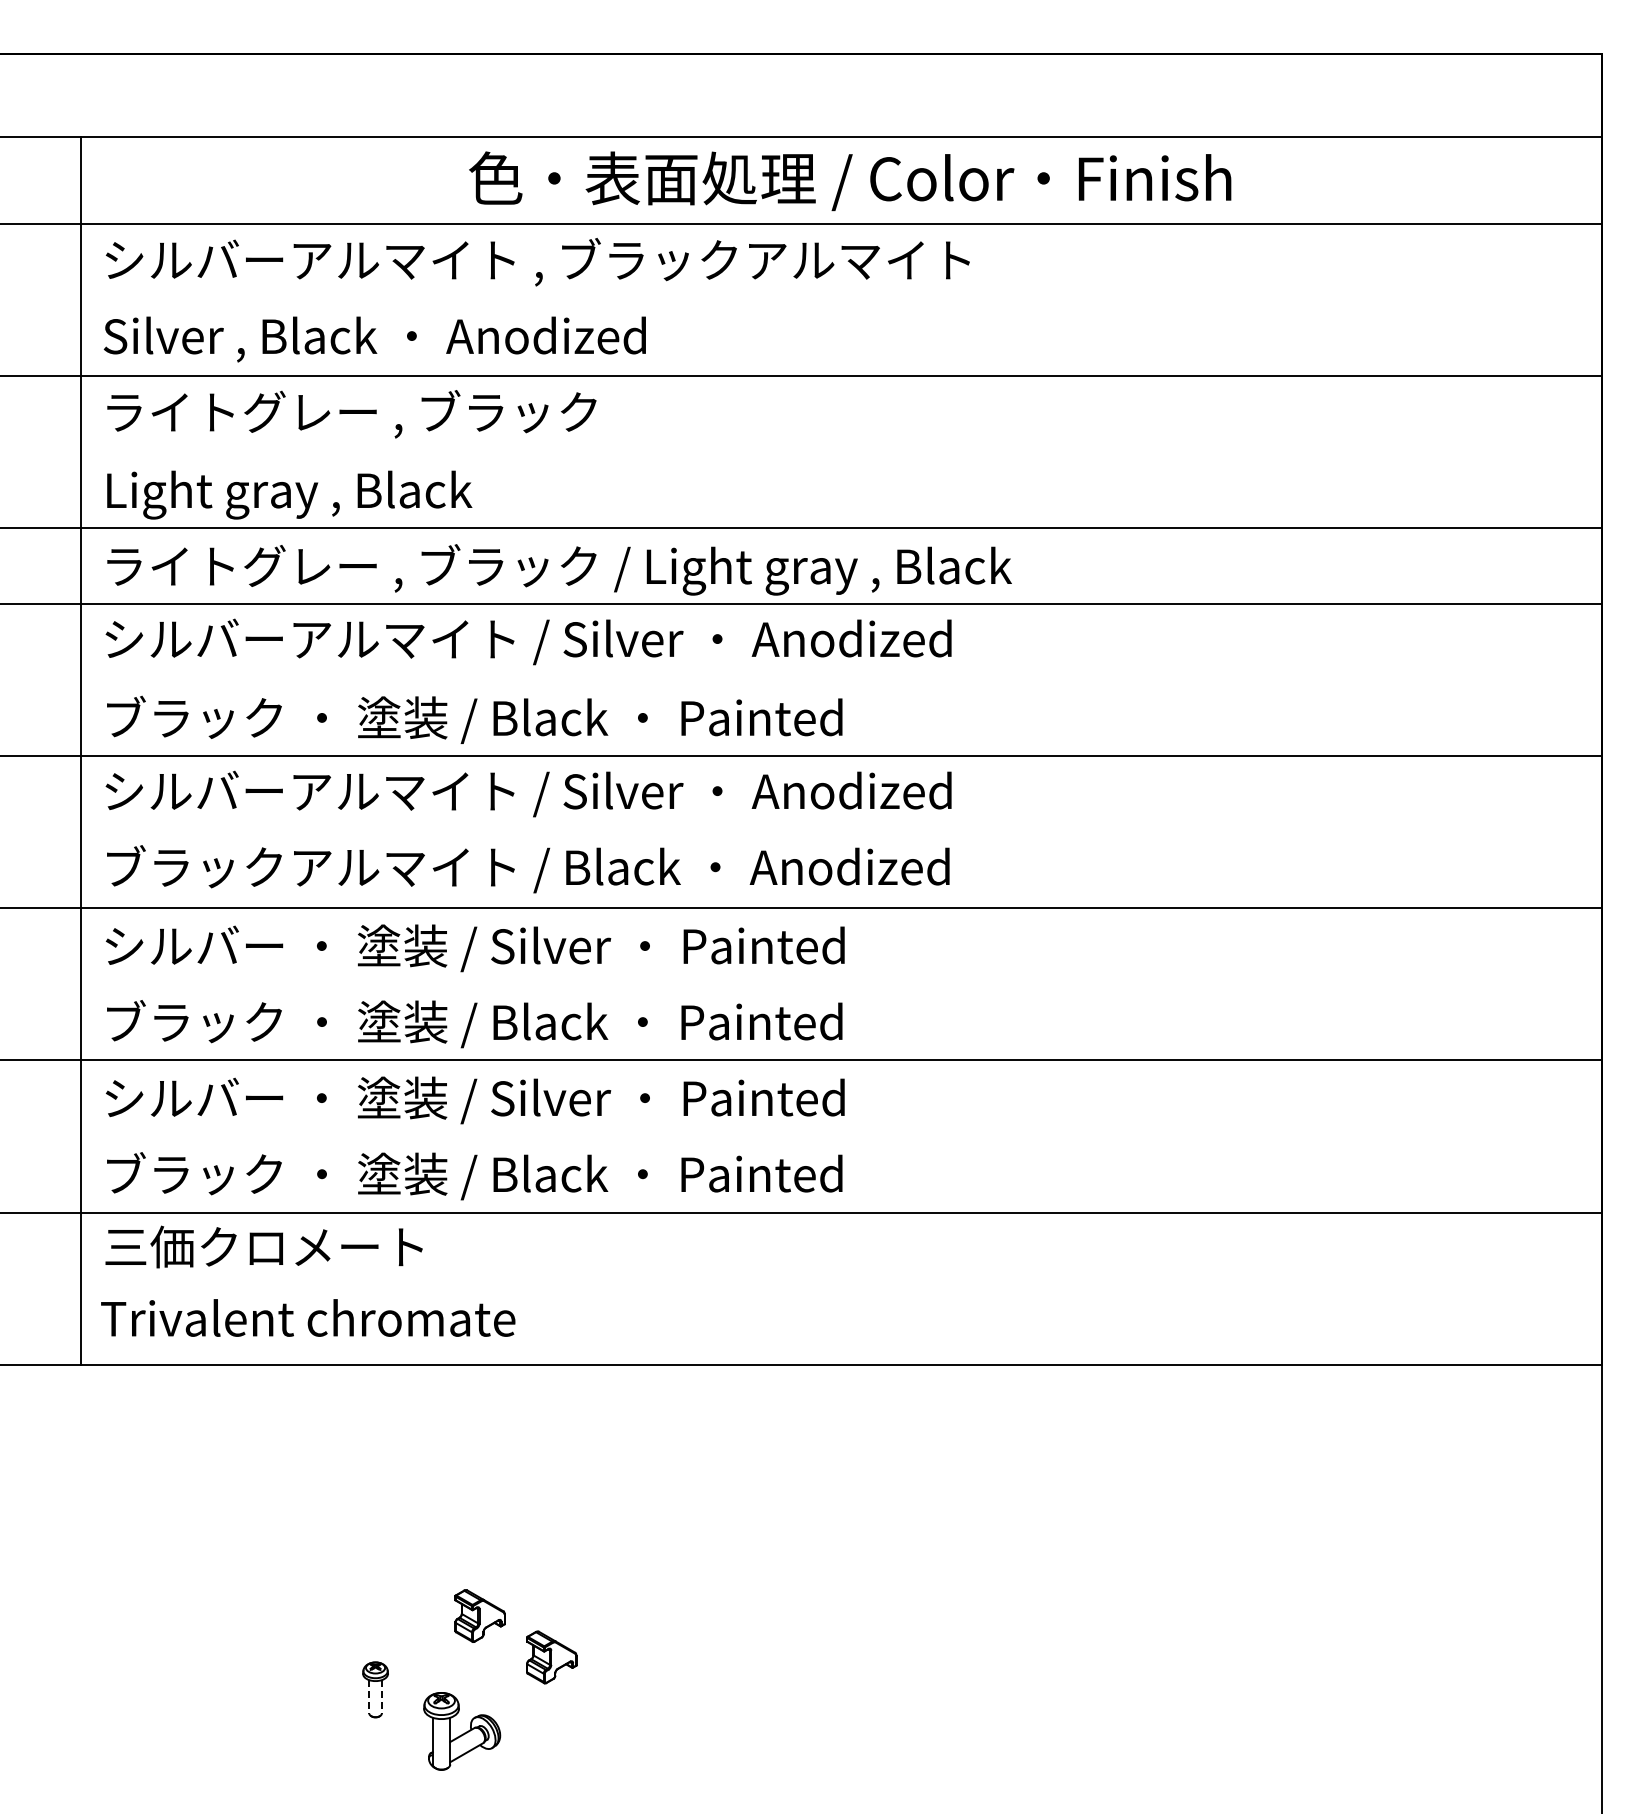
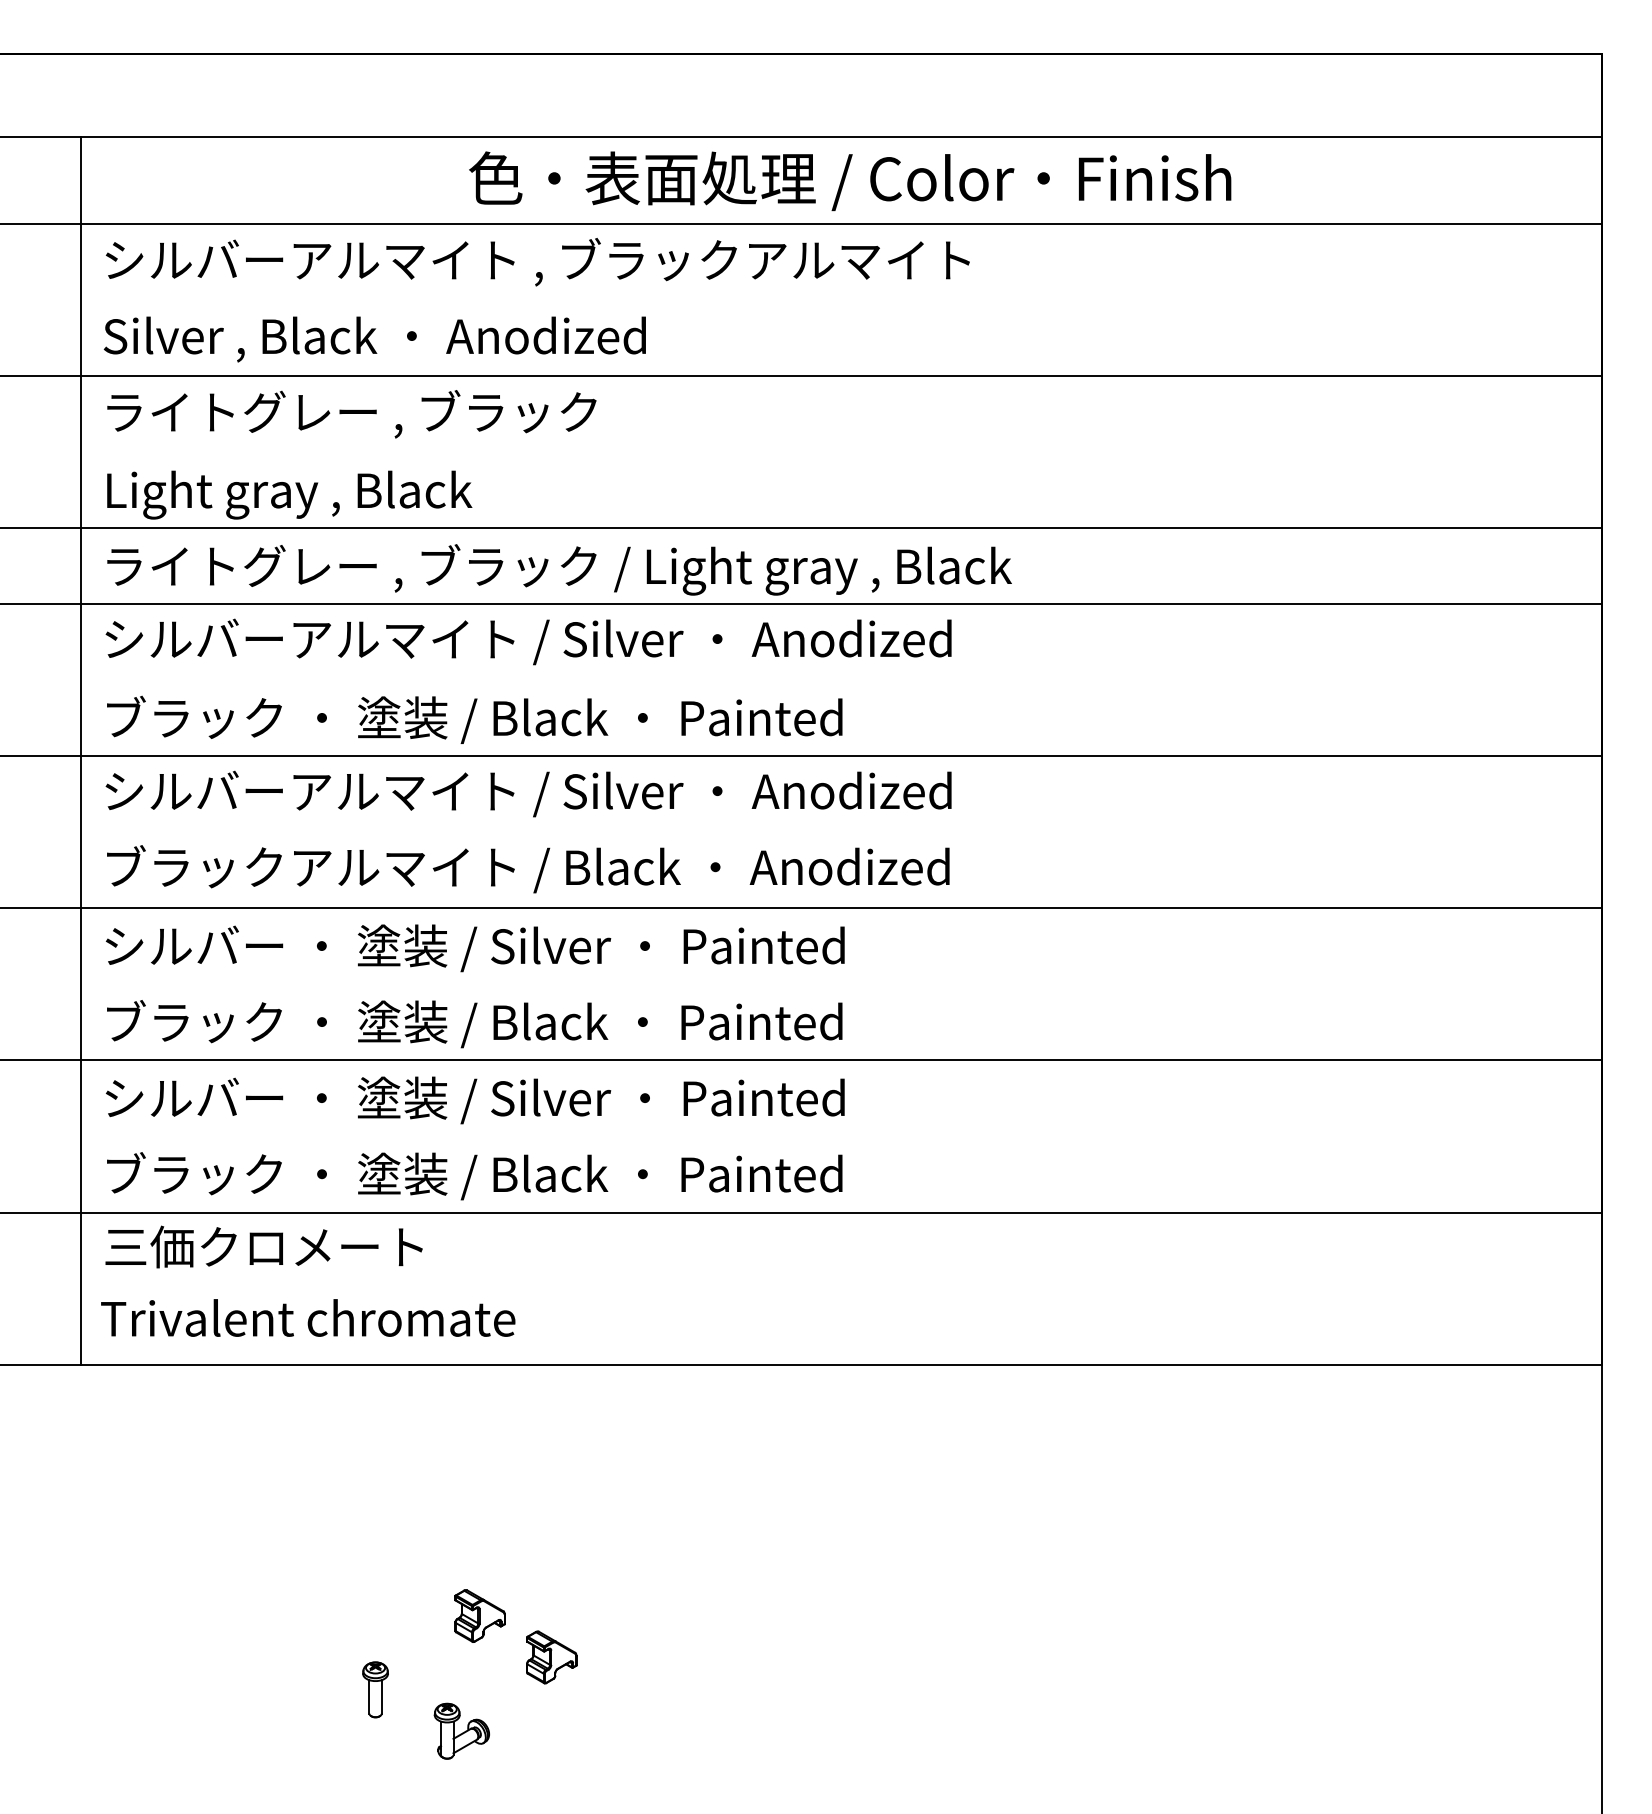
line at (369, 1696): dashed -> solid
line at (381, 1696): dashed -> solid
part at (462, 1731) size: 79x79 px -> 57x58 px
